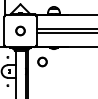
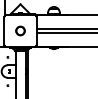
part at (42, 61): present -> none
